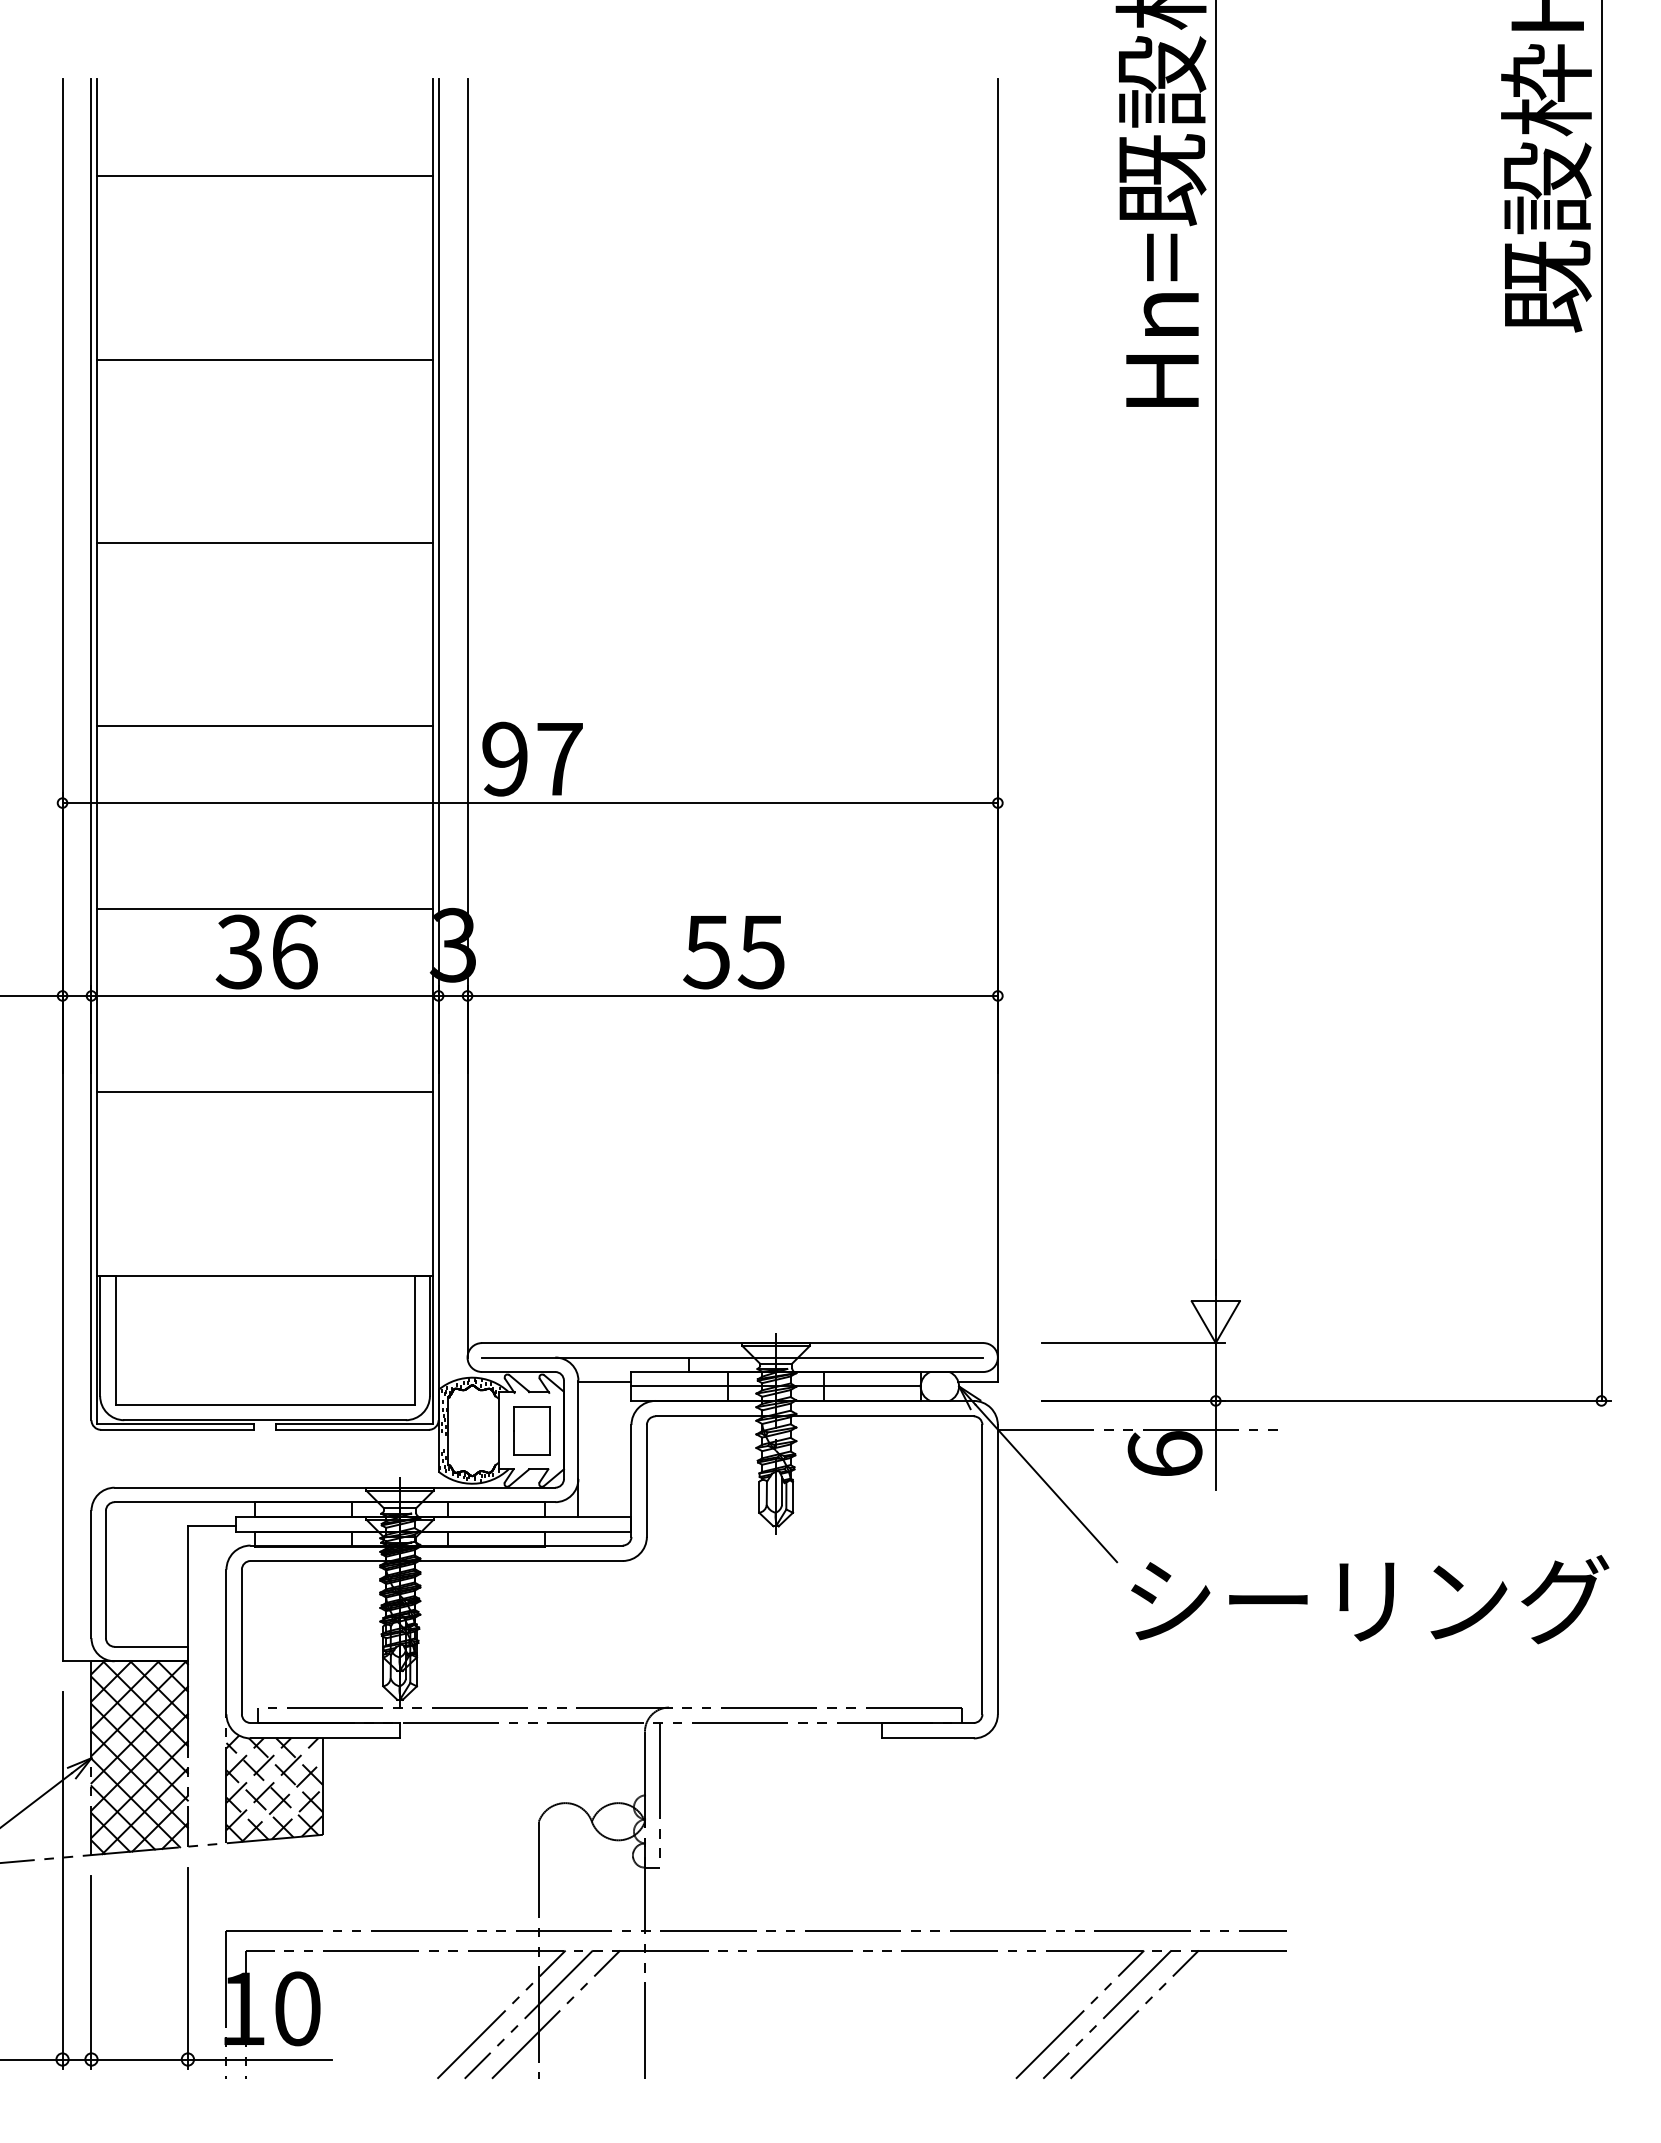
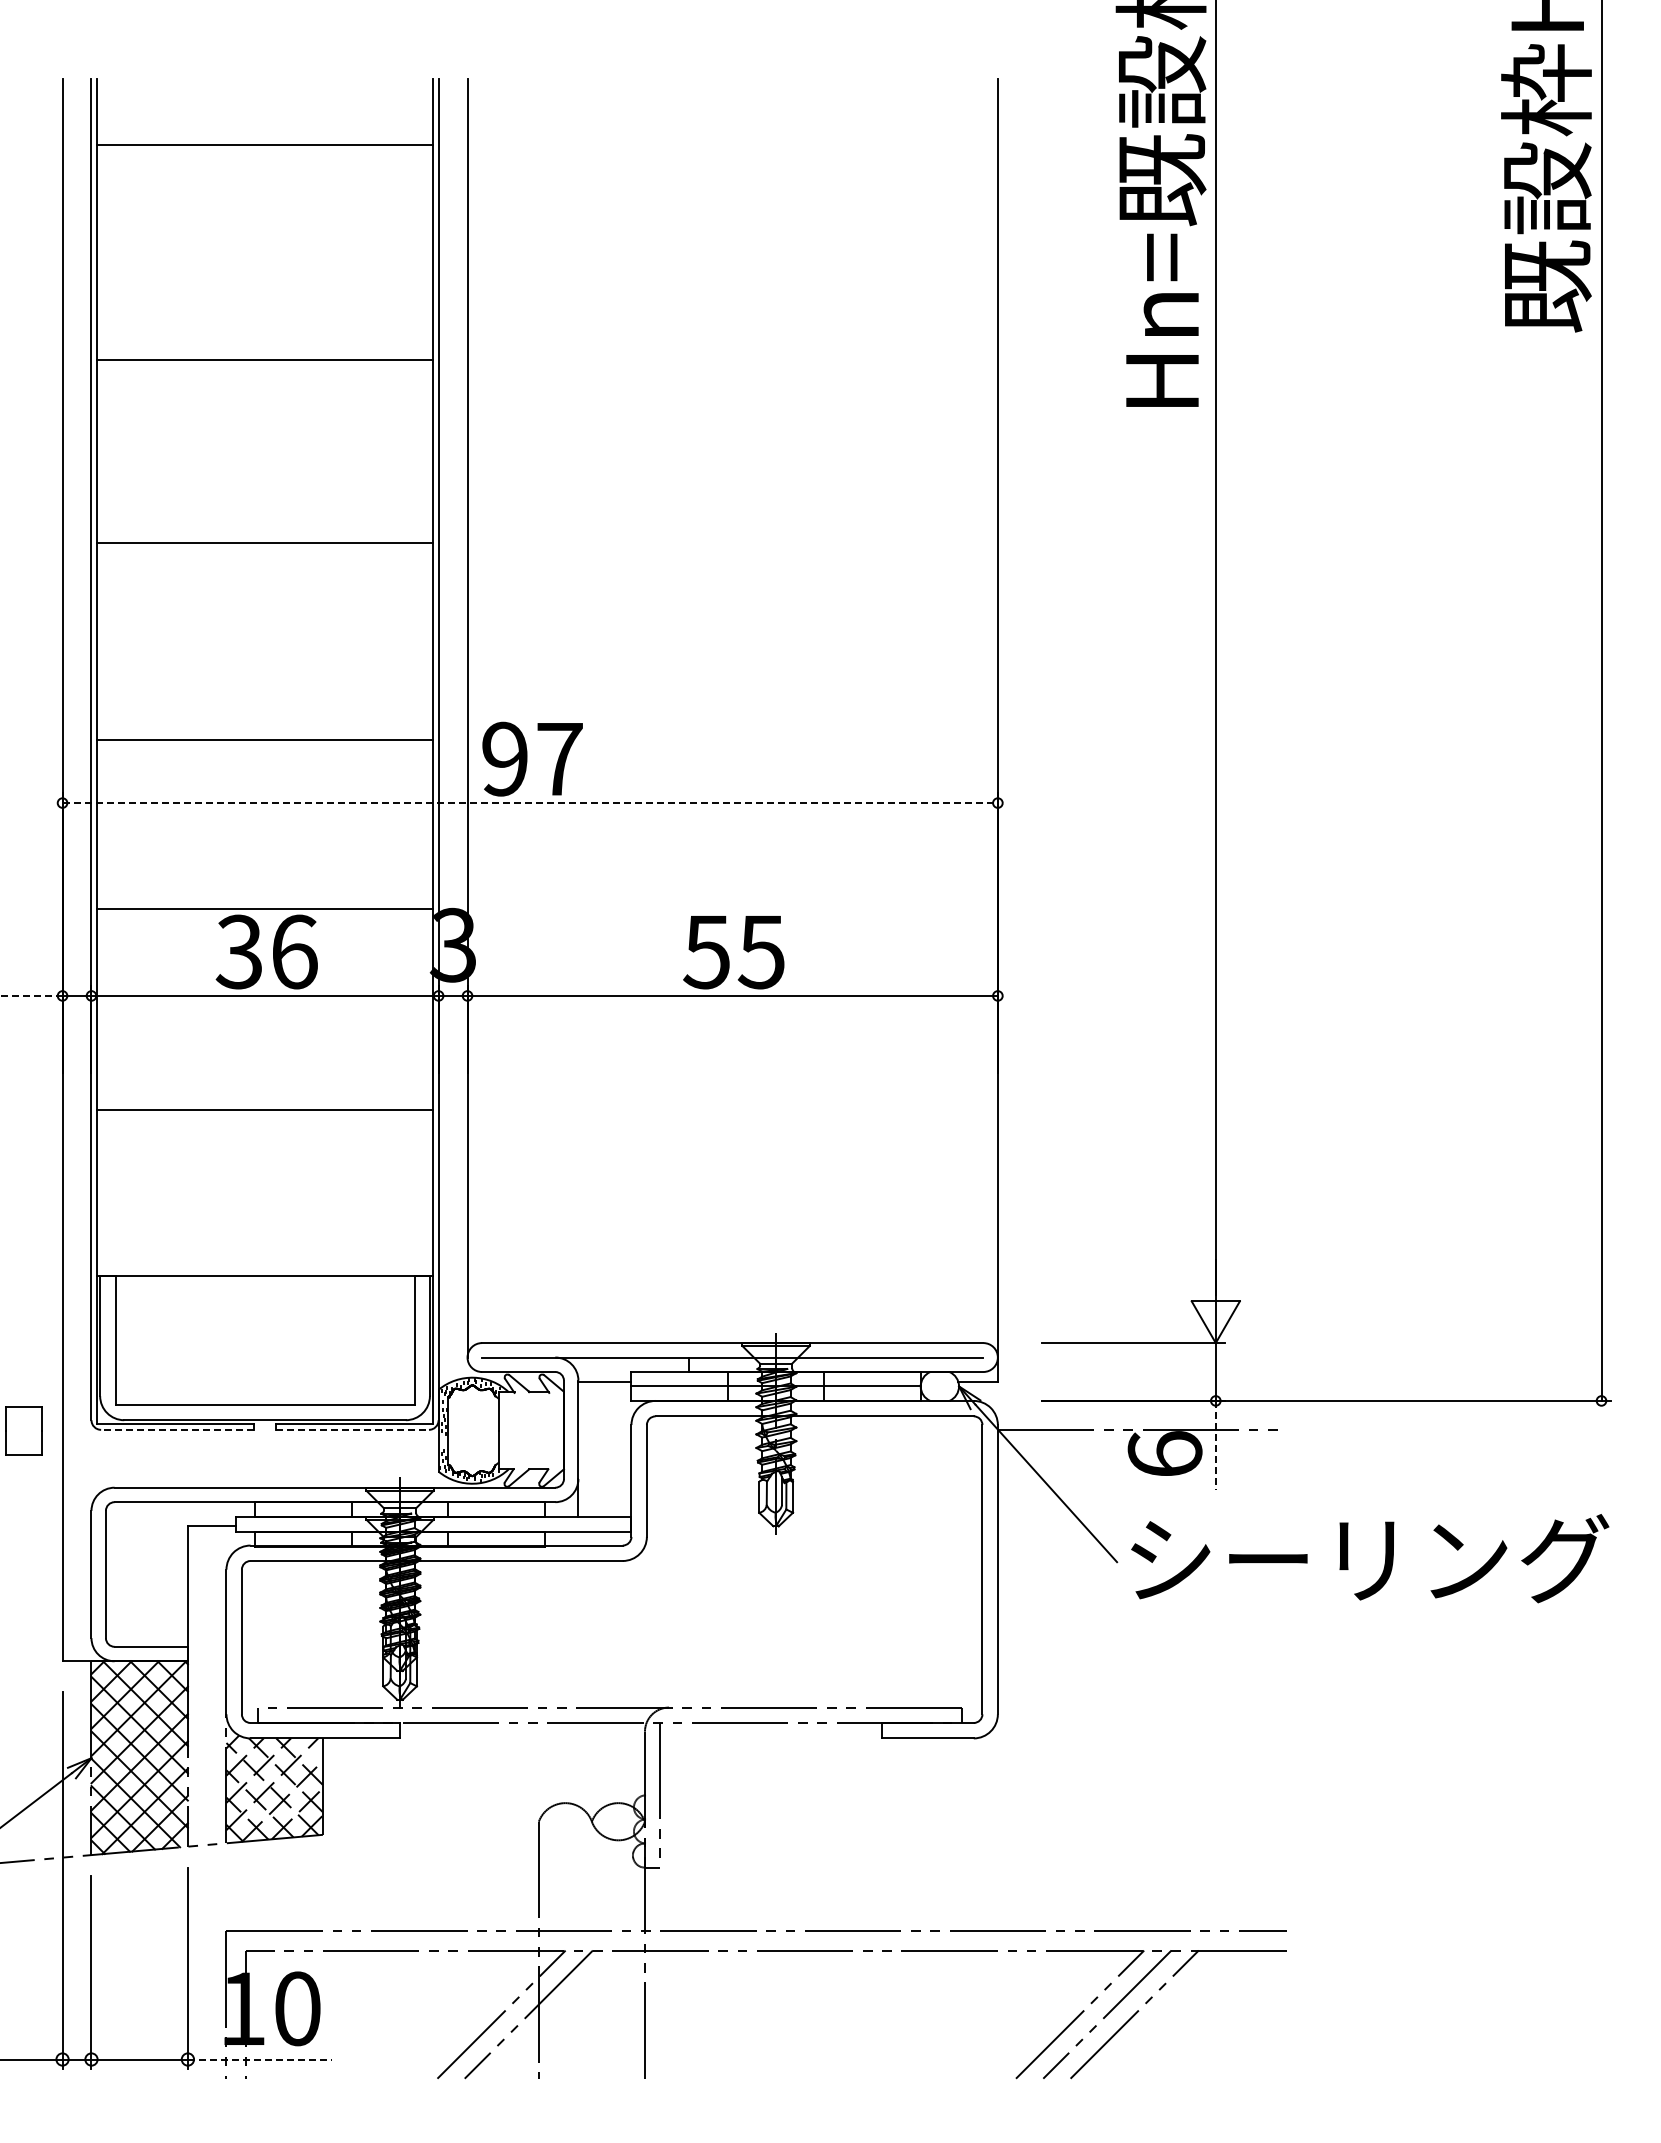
line at (264, 176) position: (264, 176) -> (264, 145)
line at (264, 725) position: (264, 725) -> (264, 739)
line at (530, 803): solid -> dashed
line at (31, 995): solid -> dashed
line at (264, 1092) position: (264, 1092) -> (264, 1110)
line at (177, 1429): solid -> dashed
line at (352, 1429): solid -> dashed
part at (531, 1430) position: (531, 1430) -> (23, 1430)
line at (1215, 1445): solid -> dashed
text at (1370, 1599) position: (1370, 1599) -> (1370, 1558)
line at (556, 2014): present -> none
line at (259, 2059): solid -> dashed
